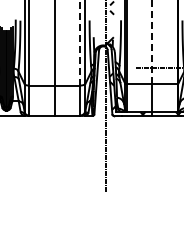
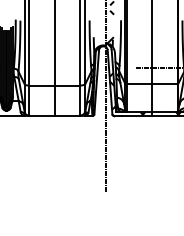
line at (79, 42): dashed -> solid
line at (151, 42): dashed -> solid
